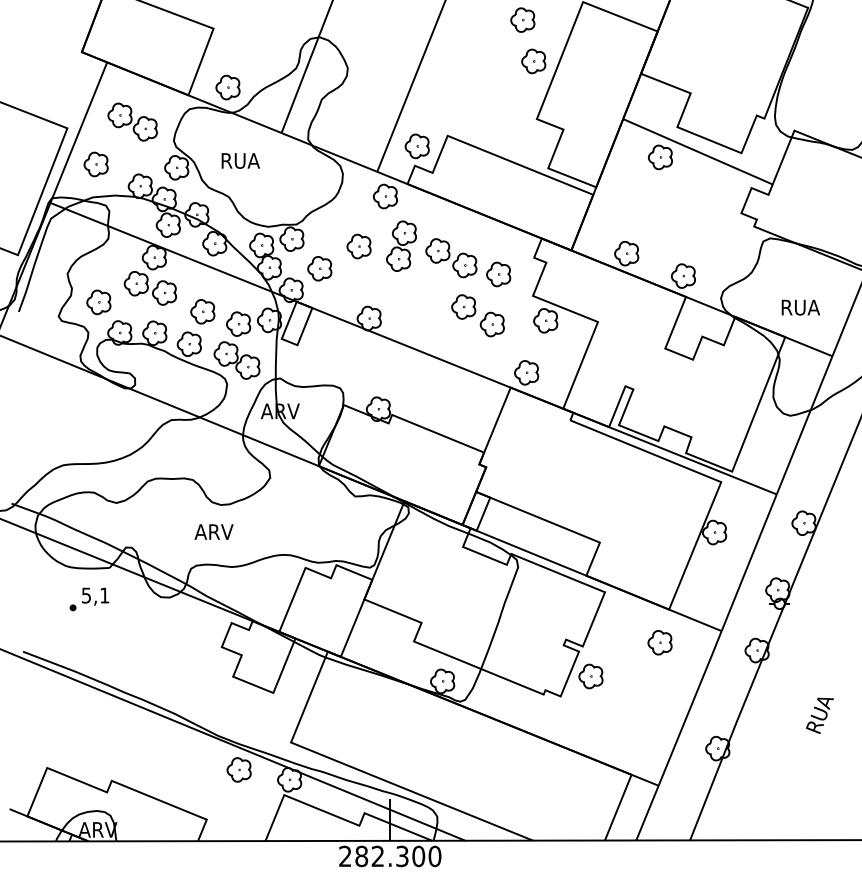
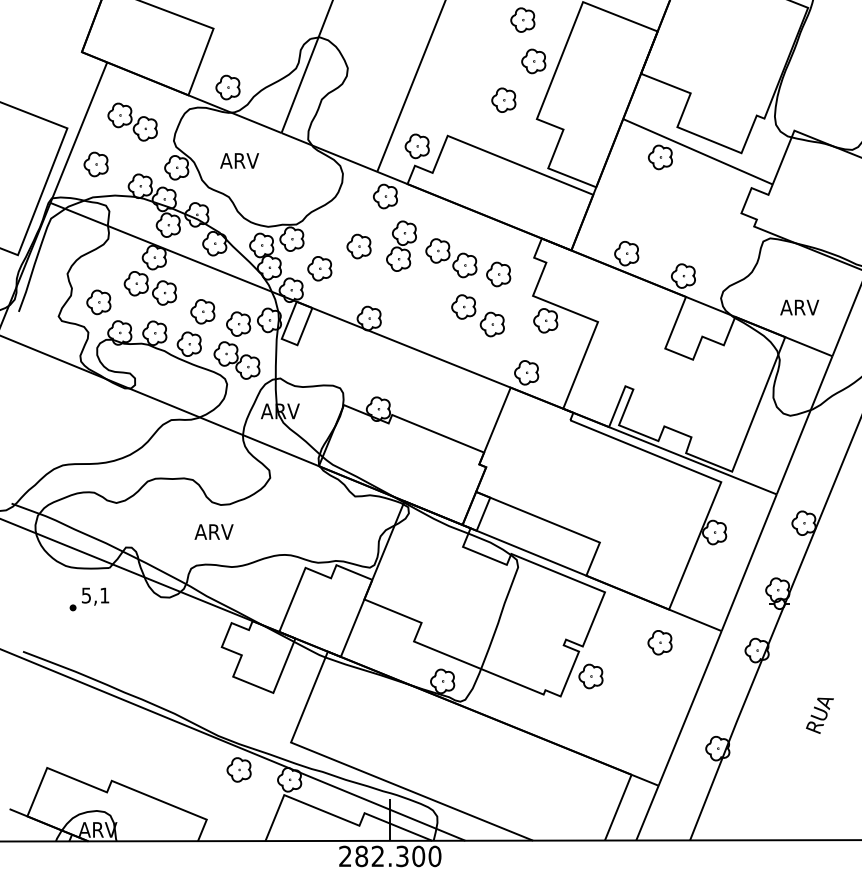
part at (503, 99): none -> present
text at (239, 160): RUA -> ARV
text at (799, 307): RUA -> ARV
